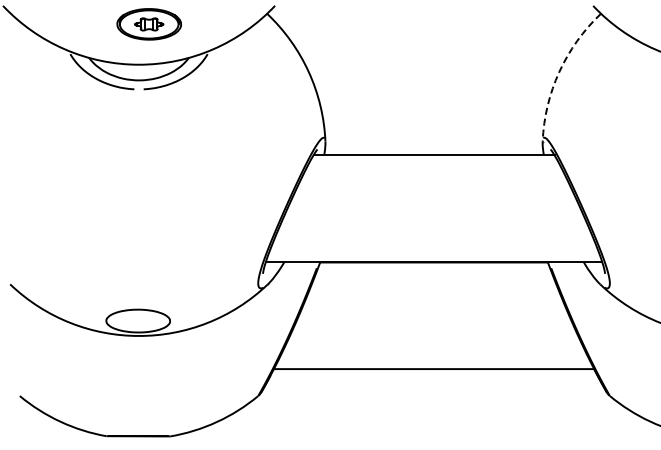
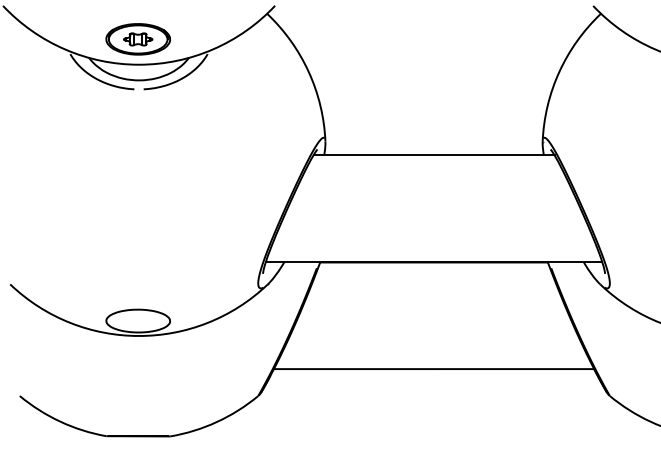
part at (148, 24) position: (148, 24) -> (137, 39)
arc at (559, 72): dashed -> solid
